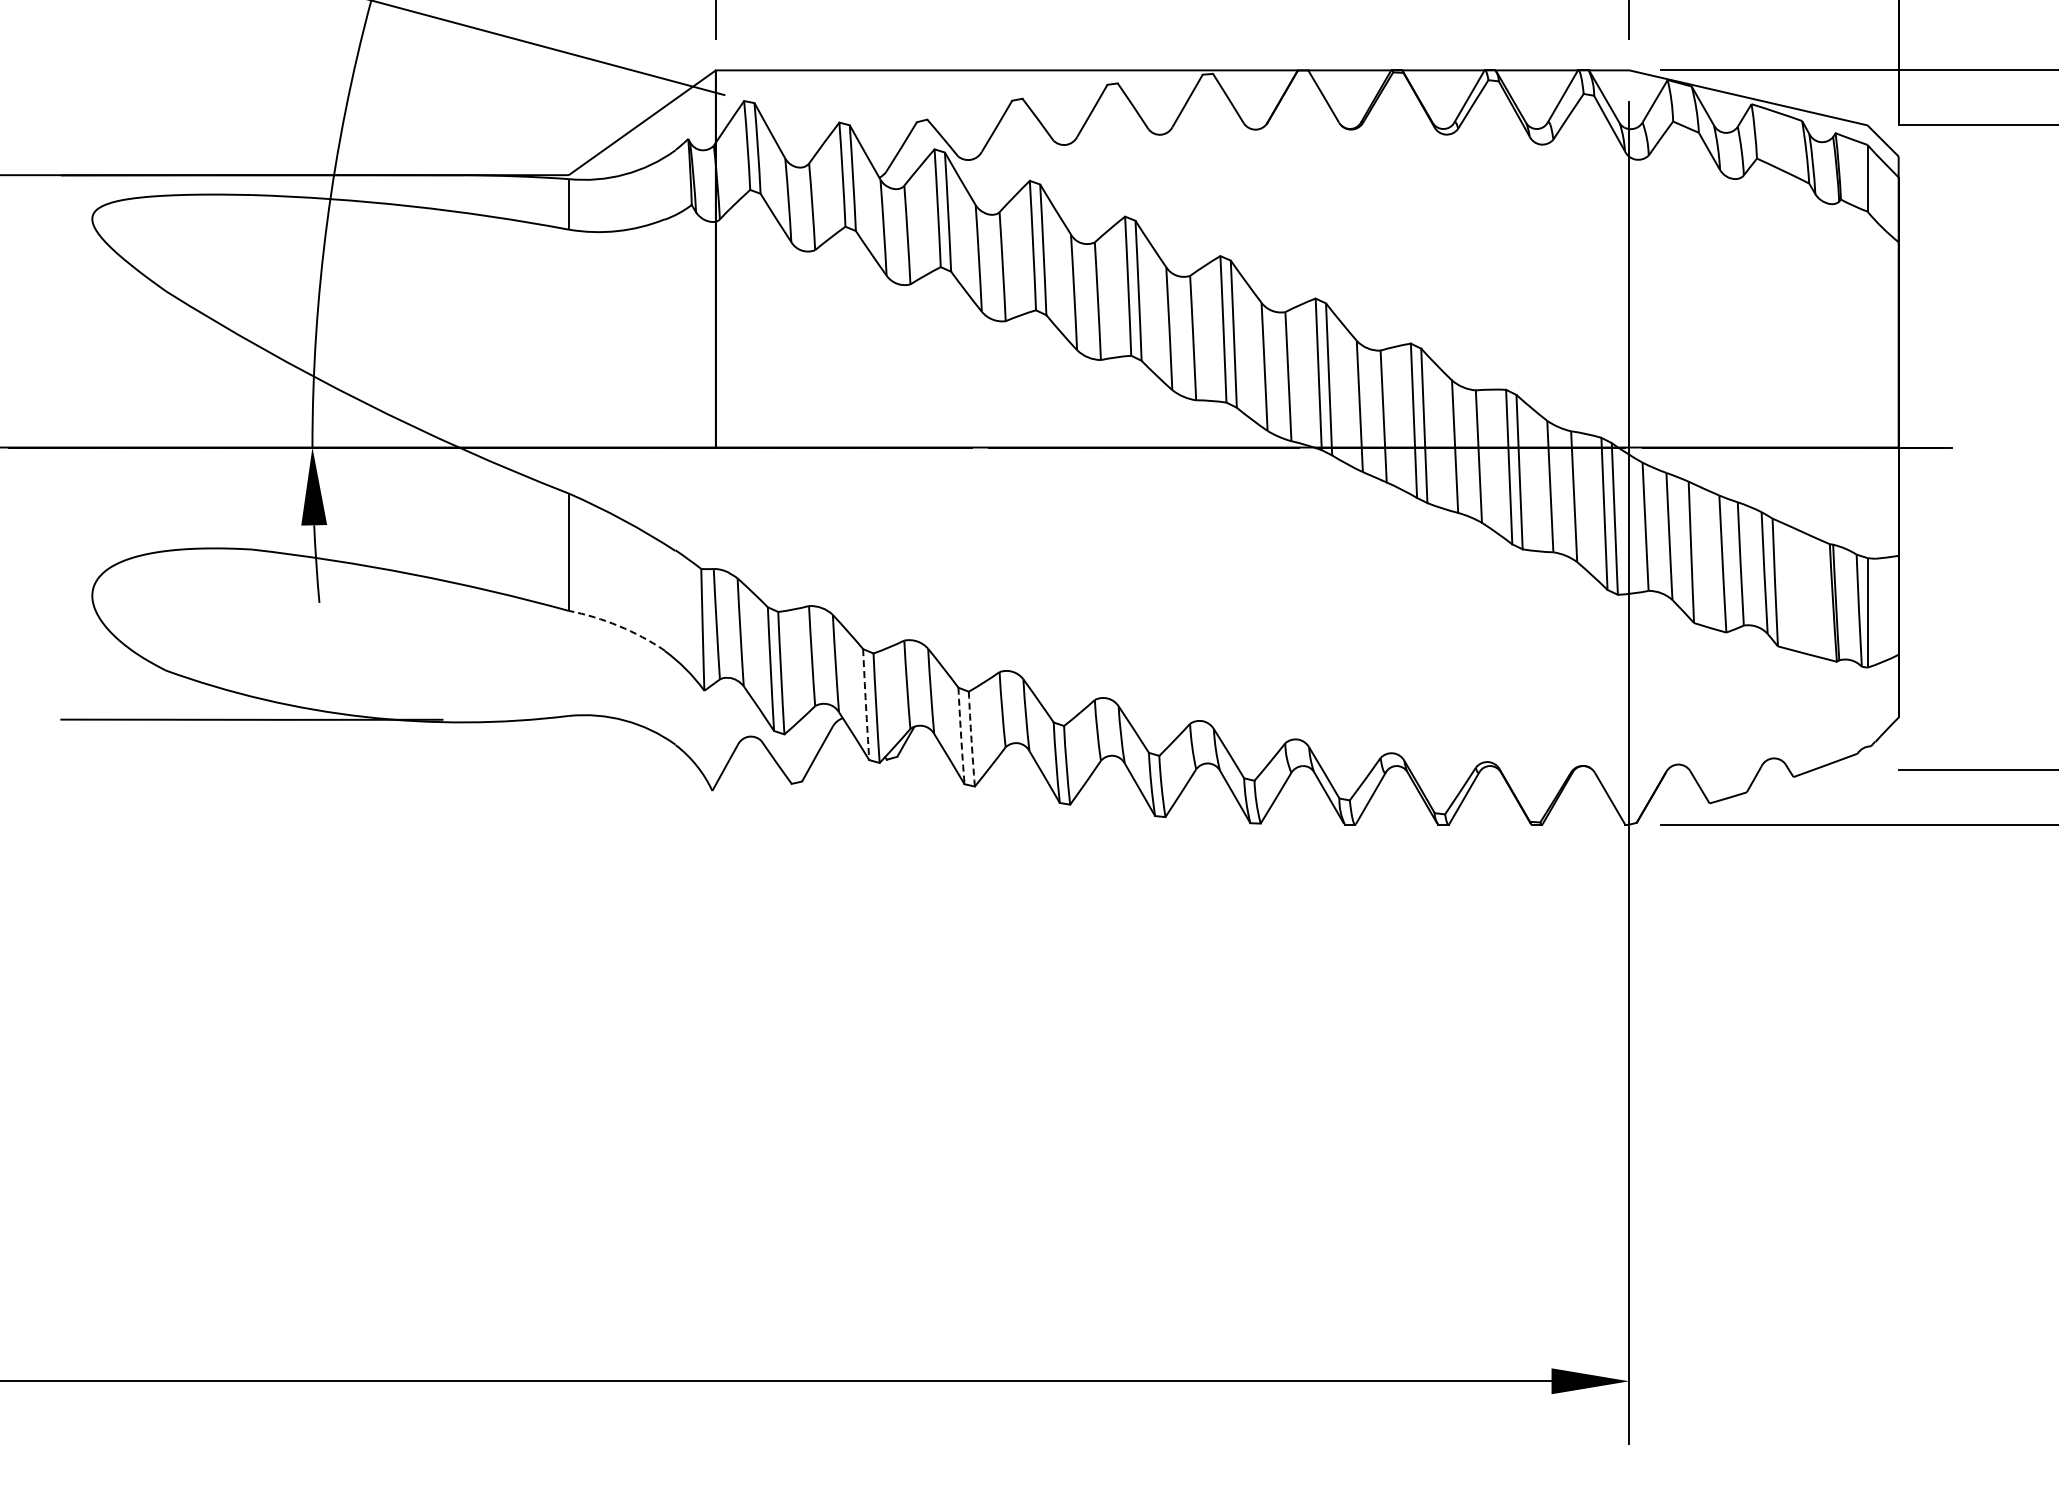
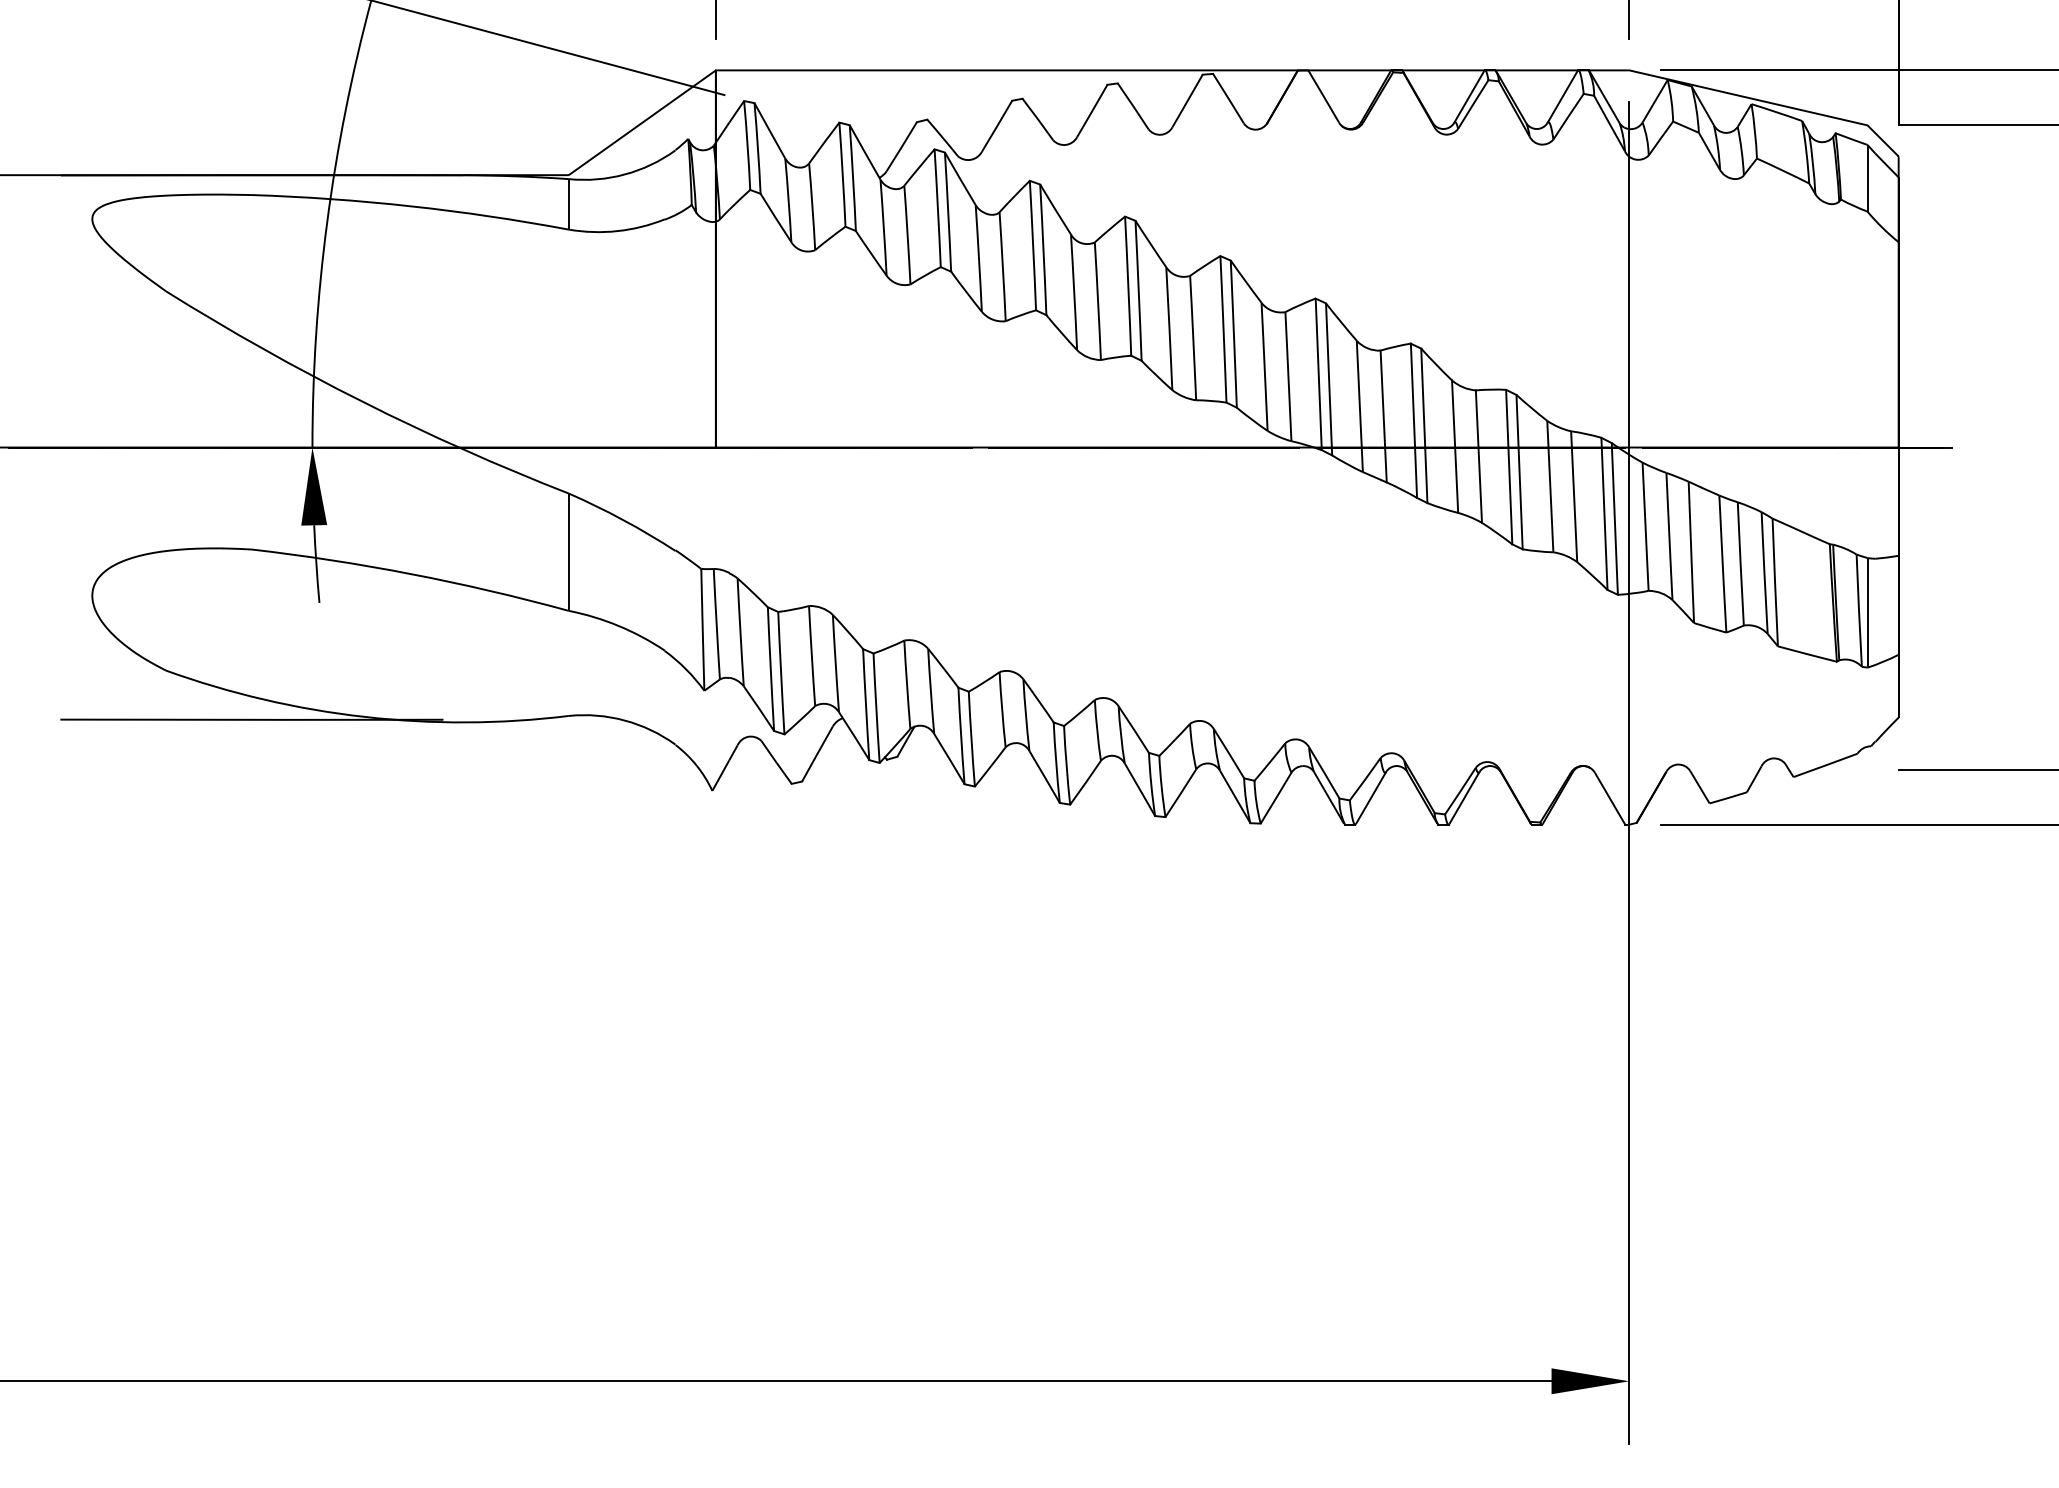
arc at (618, 626): dashed -> solid
arc at (865, 704): dashed -> solid
arc at (961, 736): dashed -> solid
arc at (971, 739): dashed -> solid
